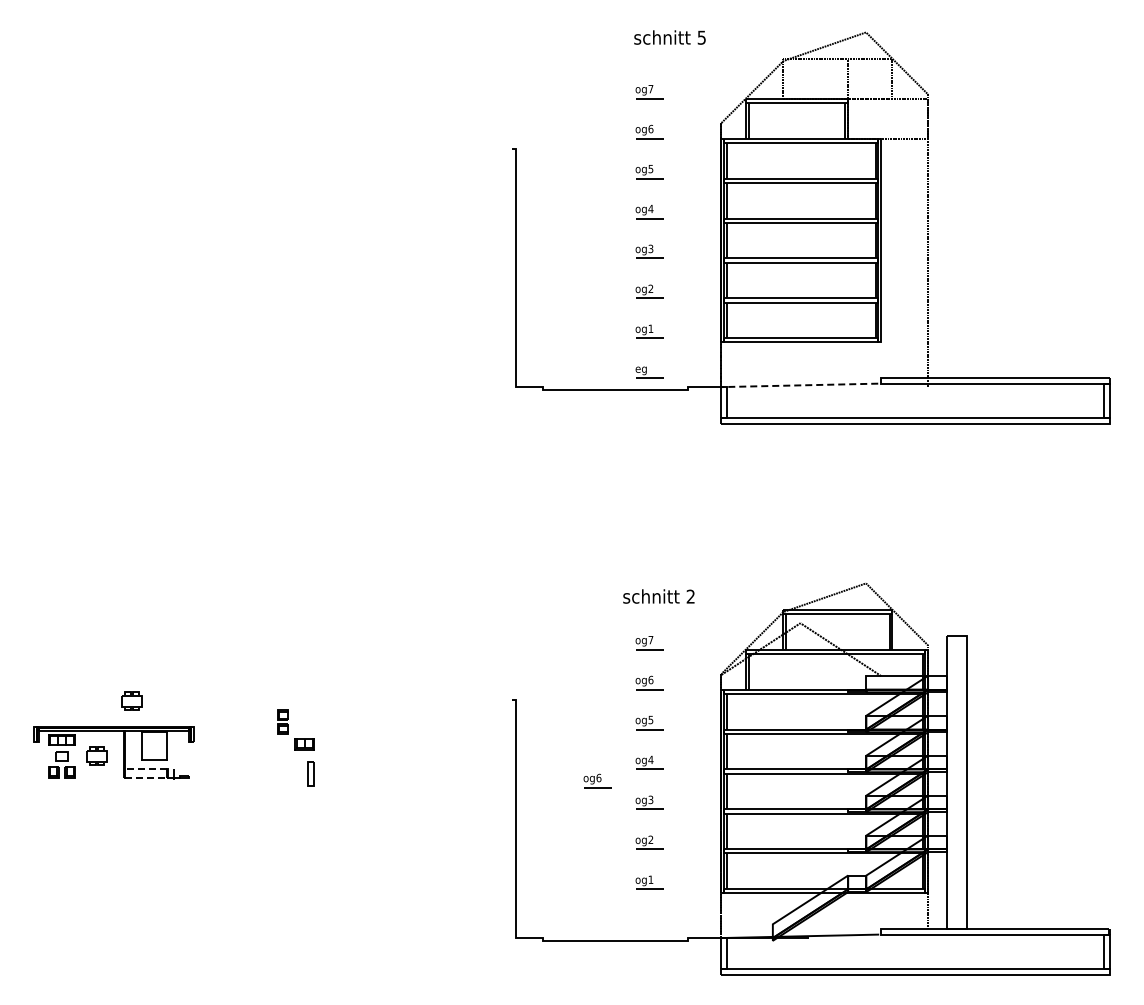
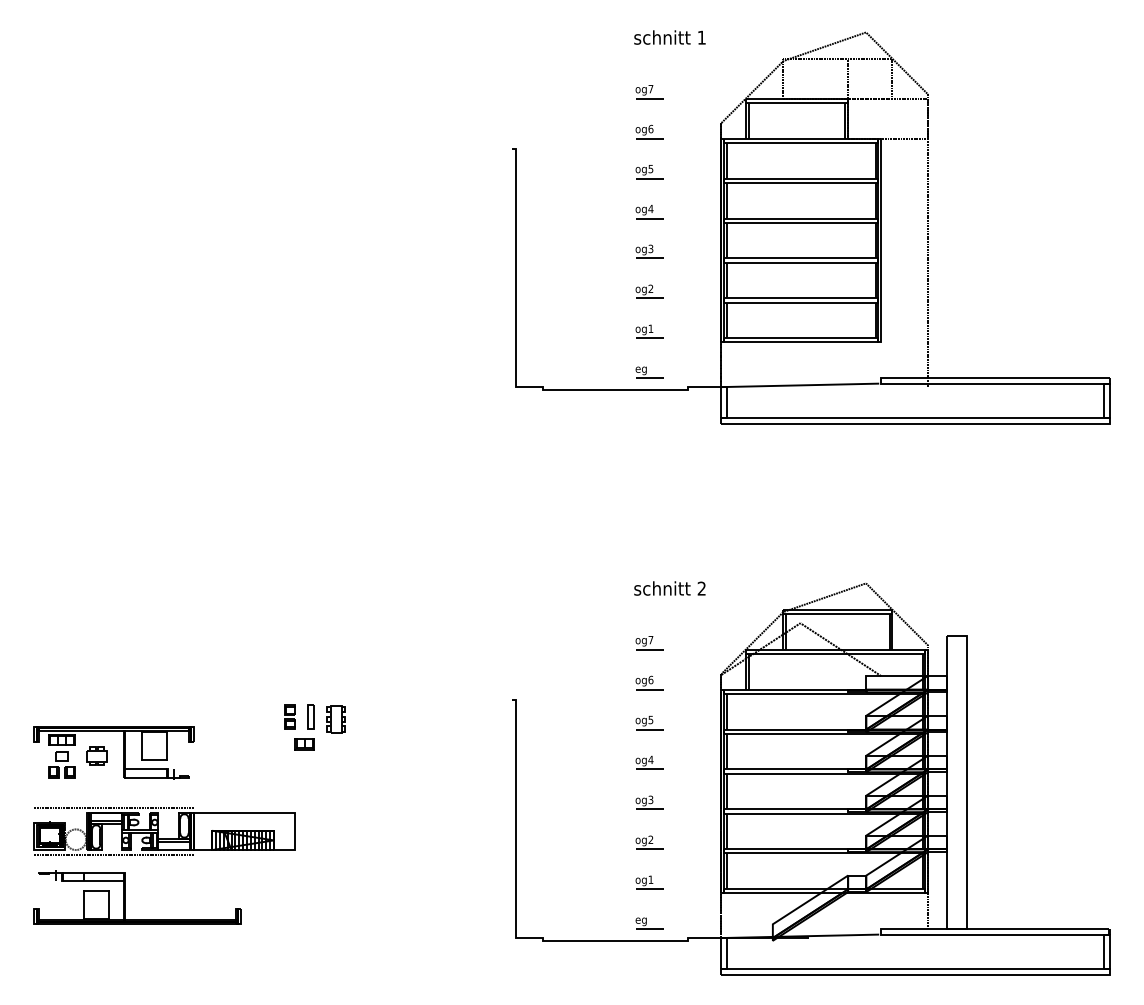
text at (701, 37): 5 -> 1
line at (799, 385): dashed -> solid
text at (658, 596) position: (658, 596) -> (669, 588)
part at (131, 700): present -> none
part at (335, 719): none -> present
part at (282, 721) position: (282, 721) -> (289, 716)
line at (145, 769): dashed -> solid
part at (310, 773) position: (310, 773) -> (310, 716)
line at (145, 777): dashed -> solid
part at (597, 780): present -> none
part at (164, 831): none -> present
part at (125, 897): none -> present
part at (649, 923): none -> present
